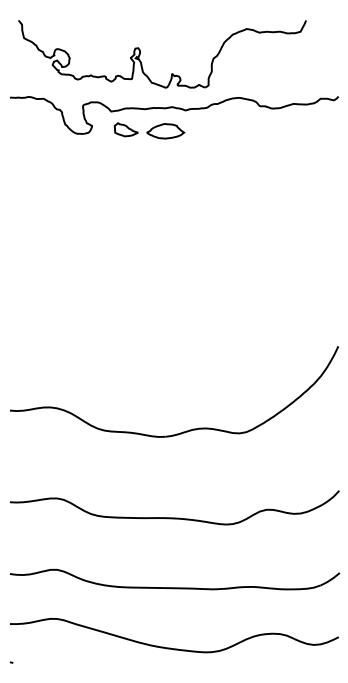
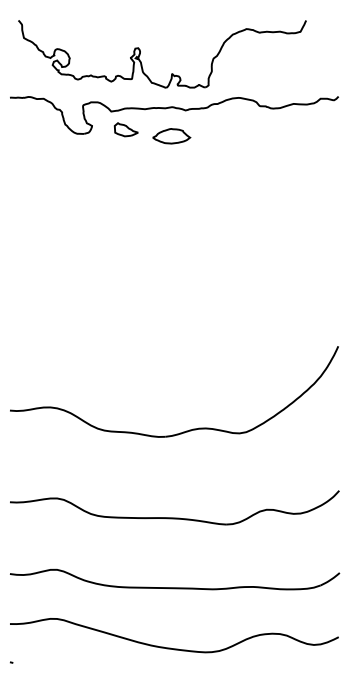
part at (165, 131) position: (165, 131) -> (171, 136)
